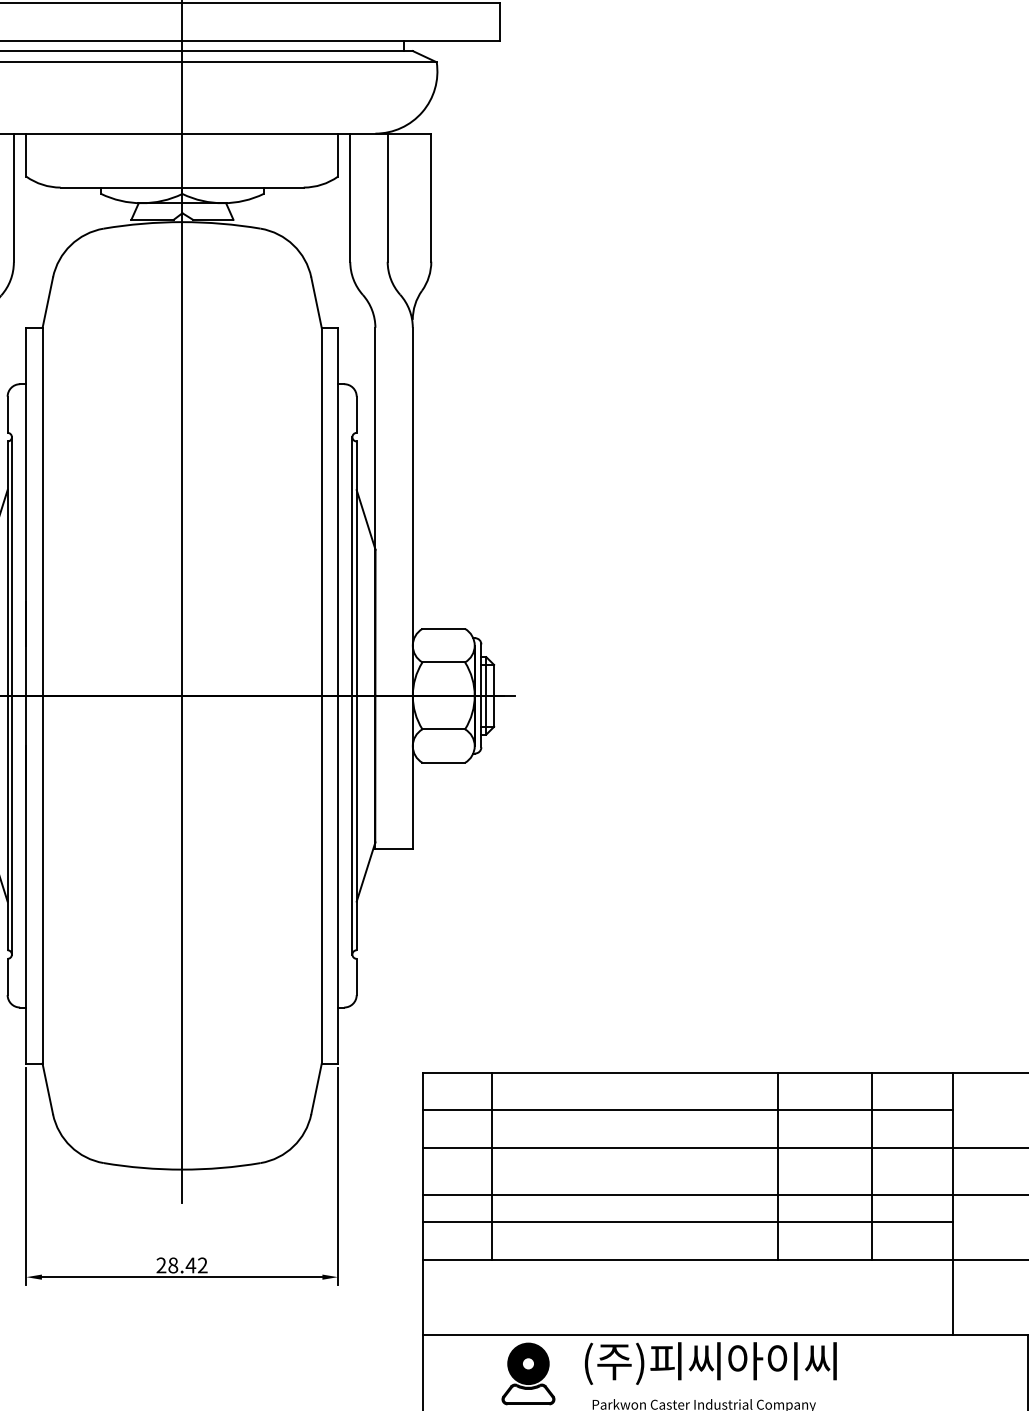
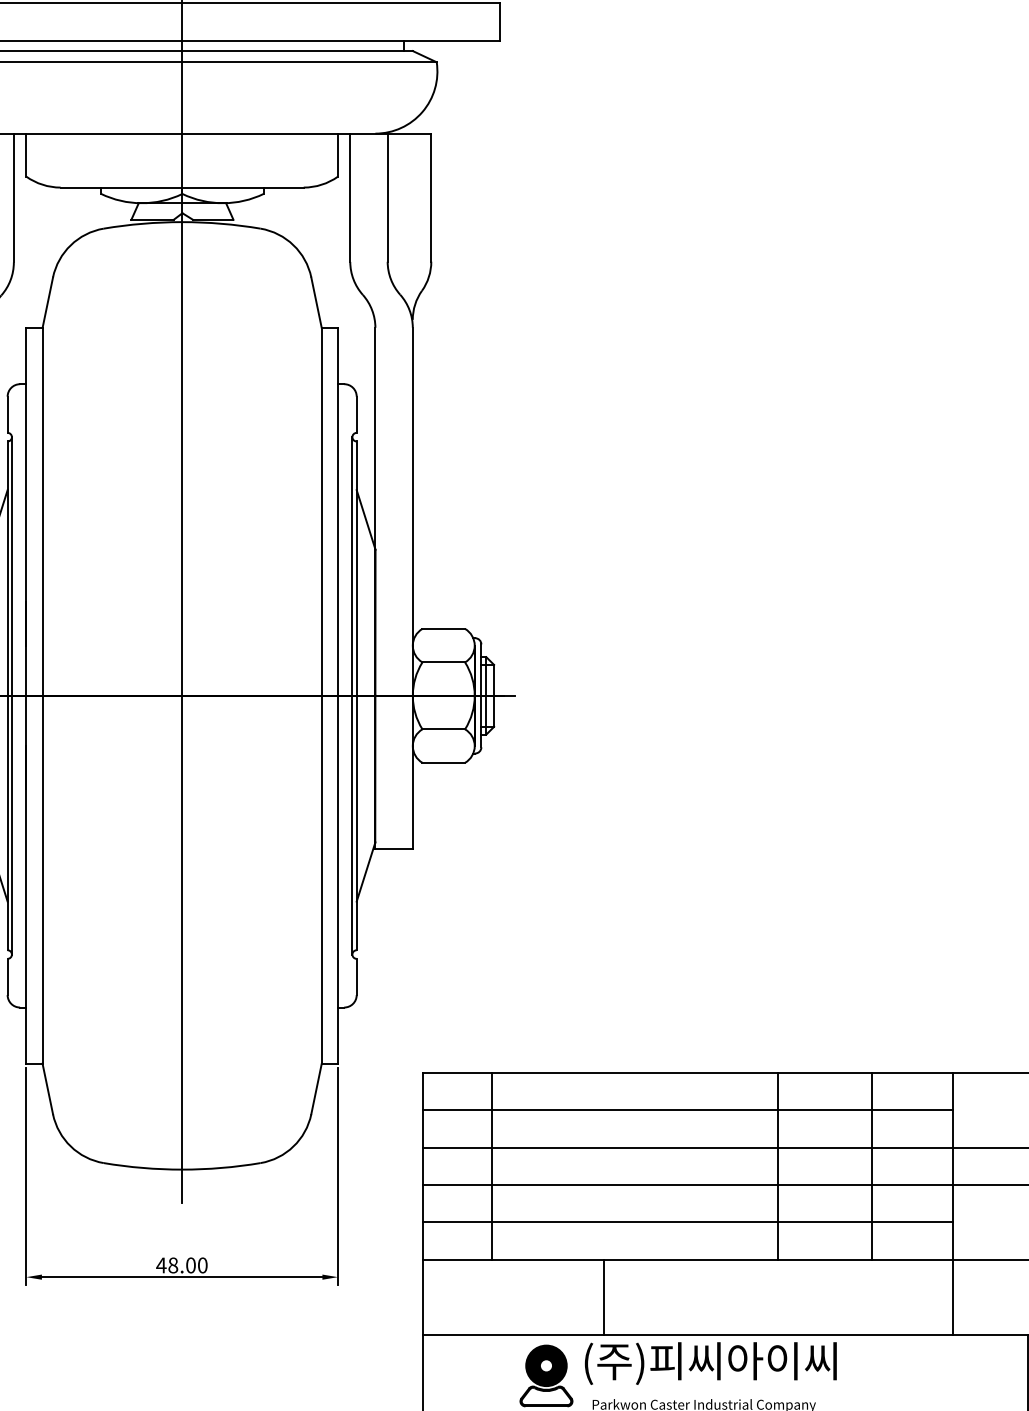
line at (724, 1195) position: (724, 1195) -> (724, 1185)
text at (181, 1265): 28.42 -> 48.00
line at (603, 1296): none -> present
part at (528, 1373) position: (528, 1373) -> (546, 1375)
